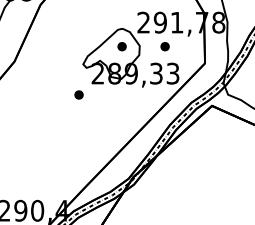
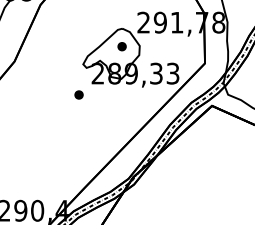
part at (164, 46): present -> none
